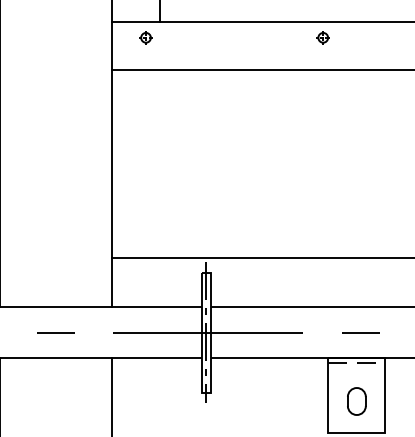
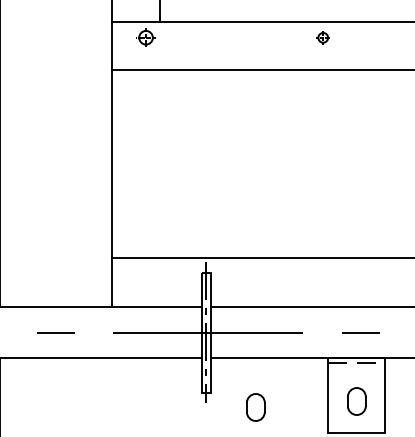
part at (145, 37) size: 14x14 px -> 20x19 px
line at (112, 395): present -> none
part at (255, 407): none -> present
